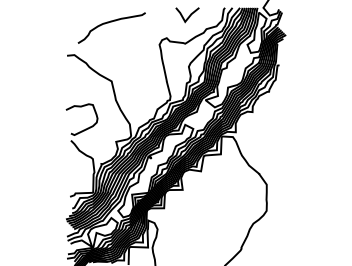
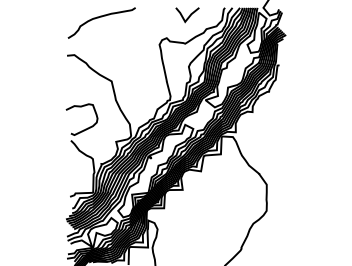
curve at (111, 22) position: (111, 22) -> (101, 17)
